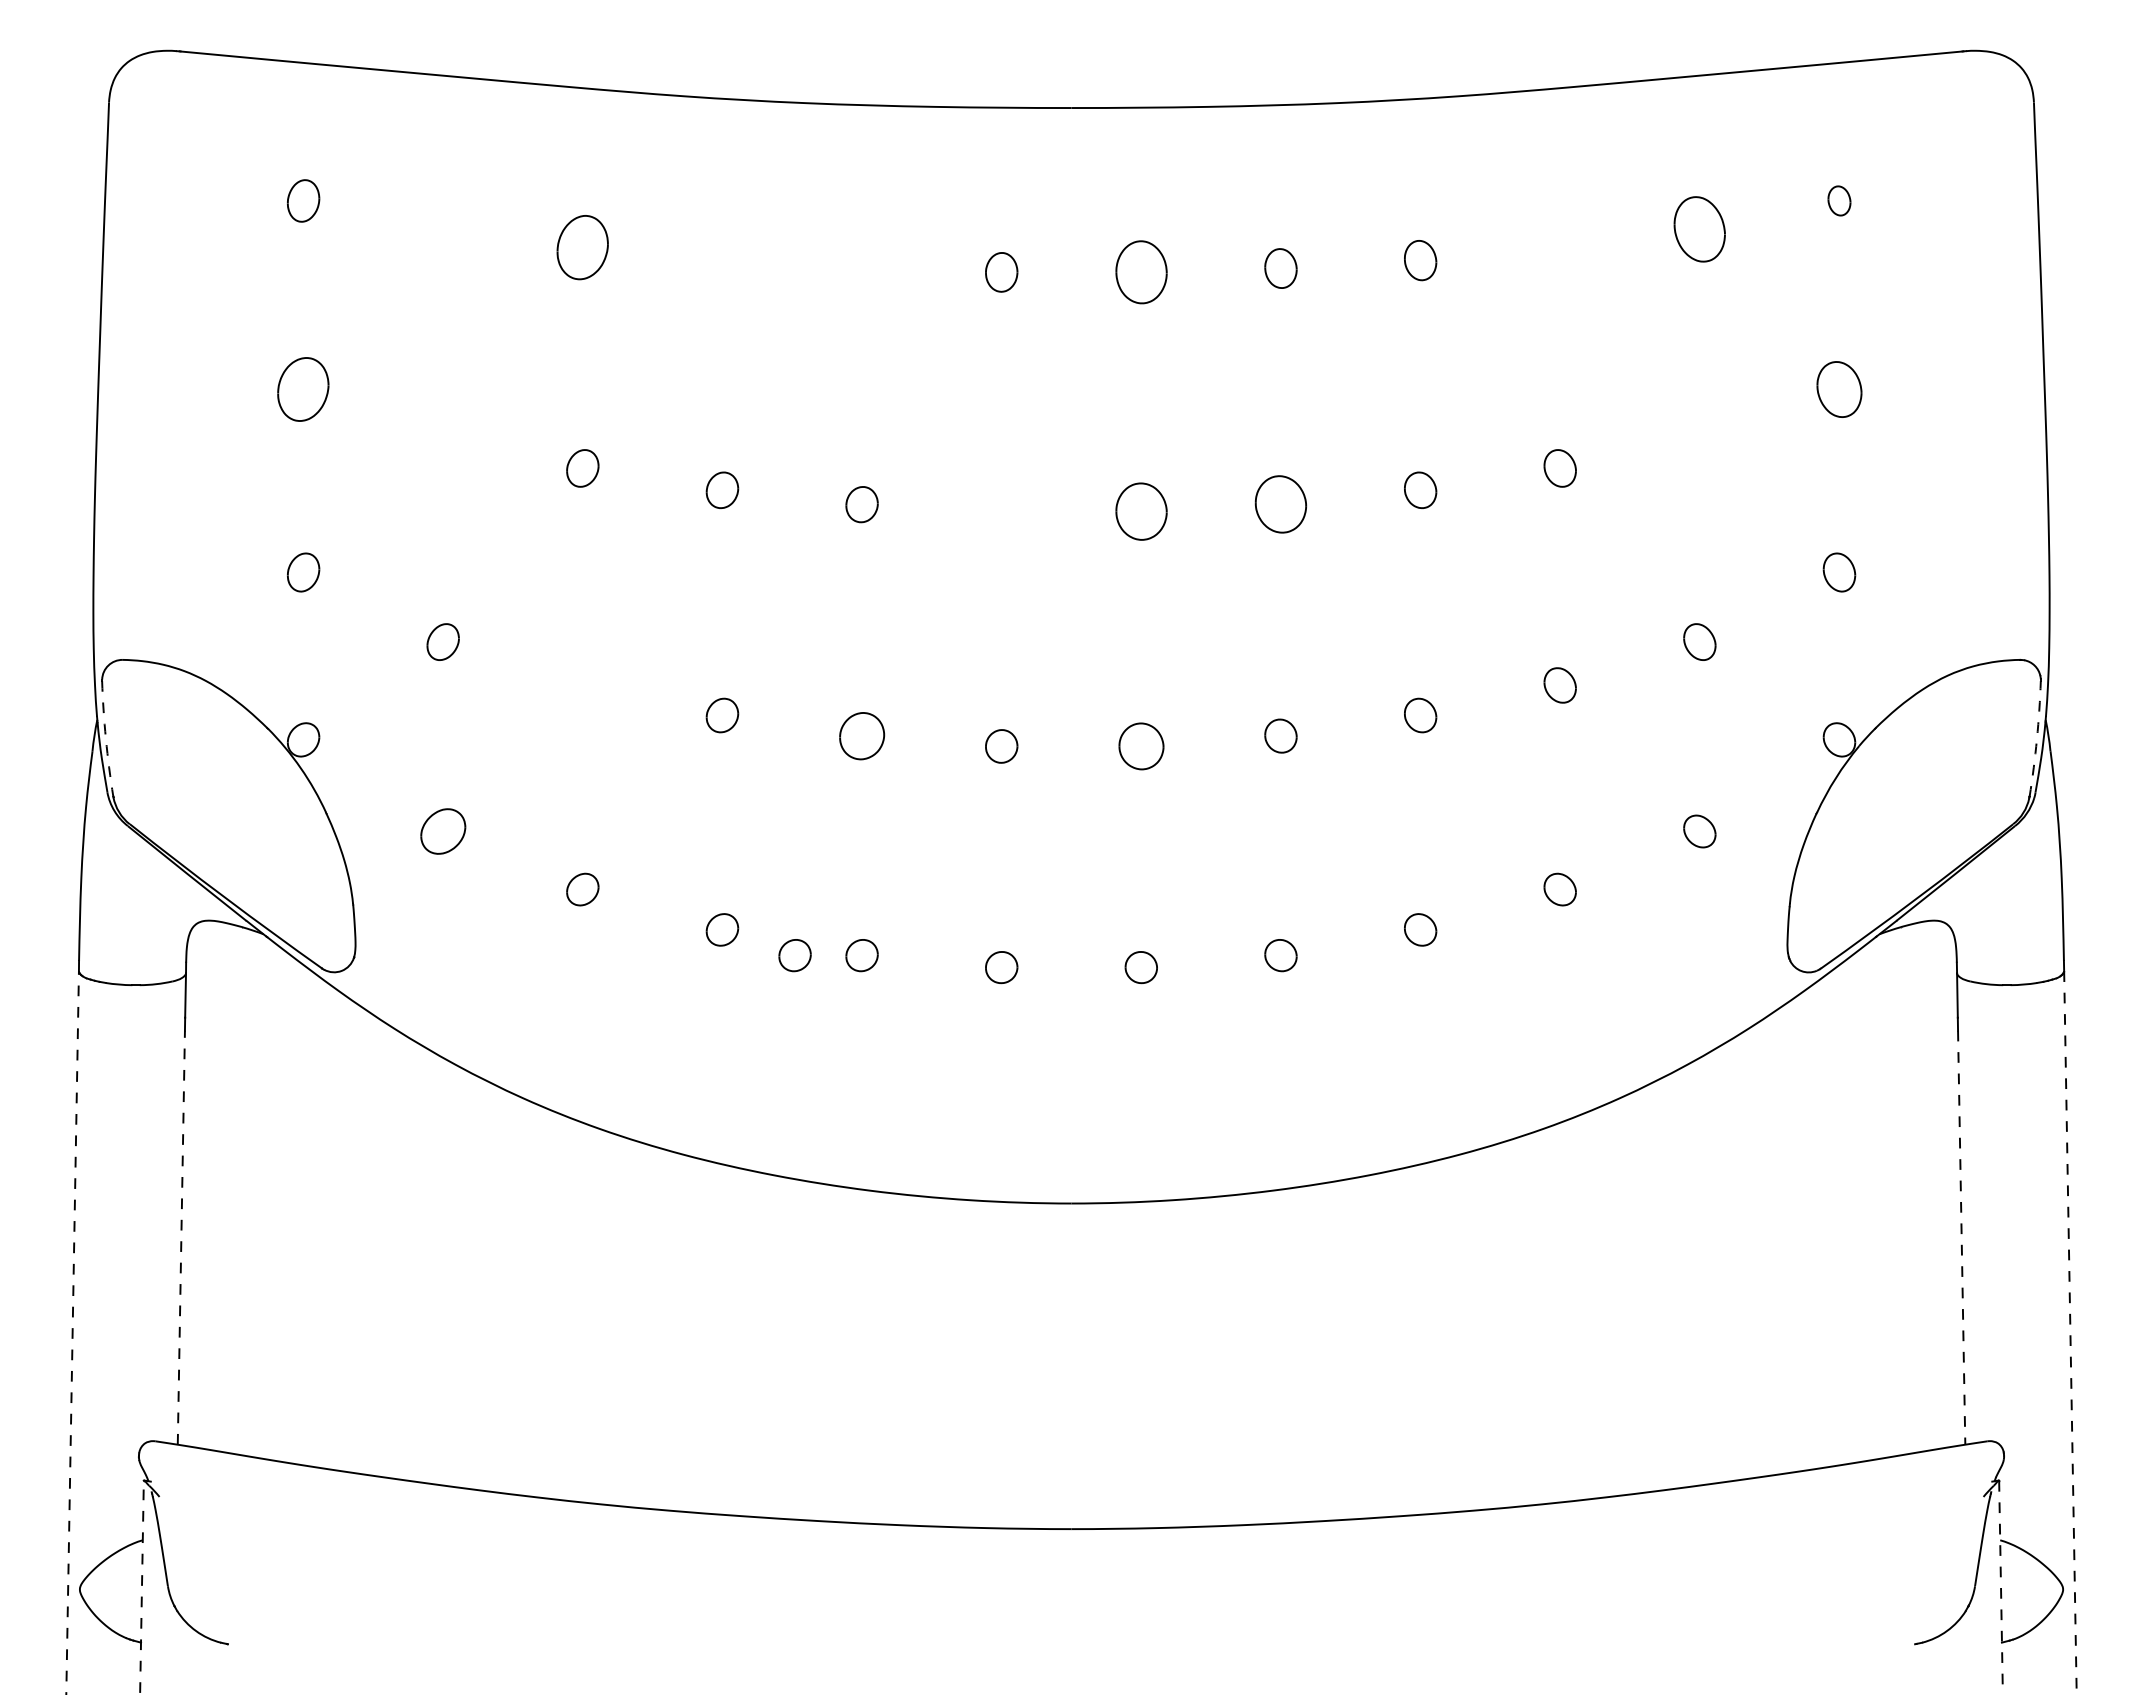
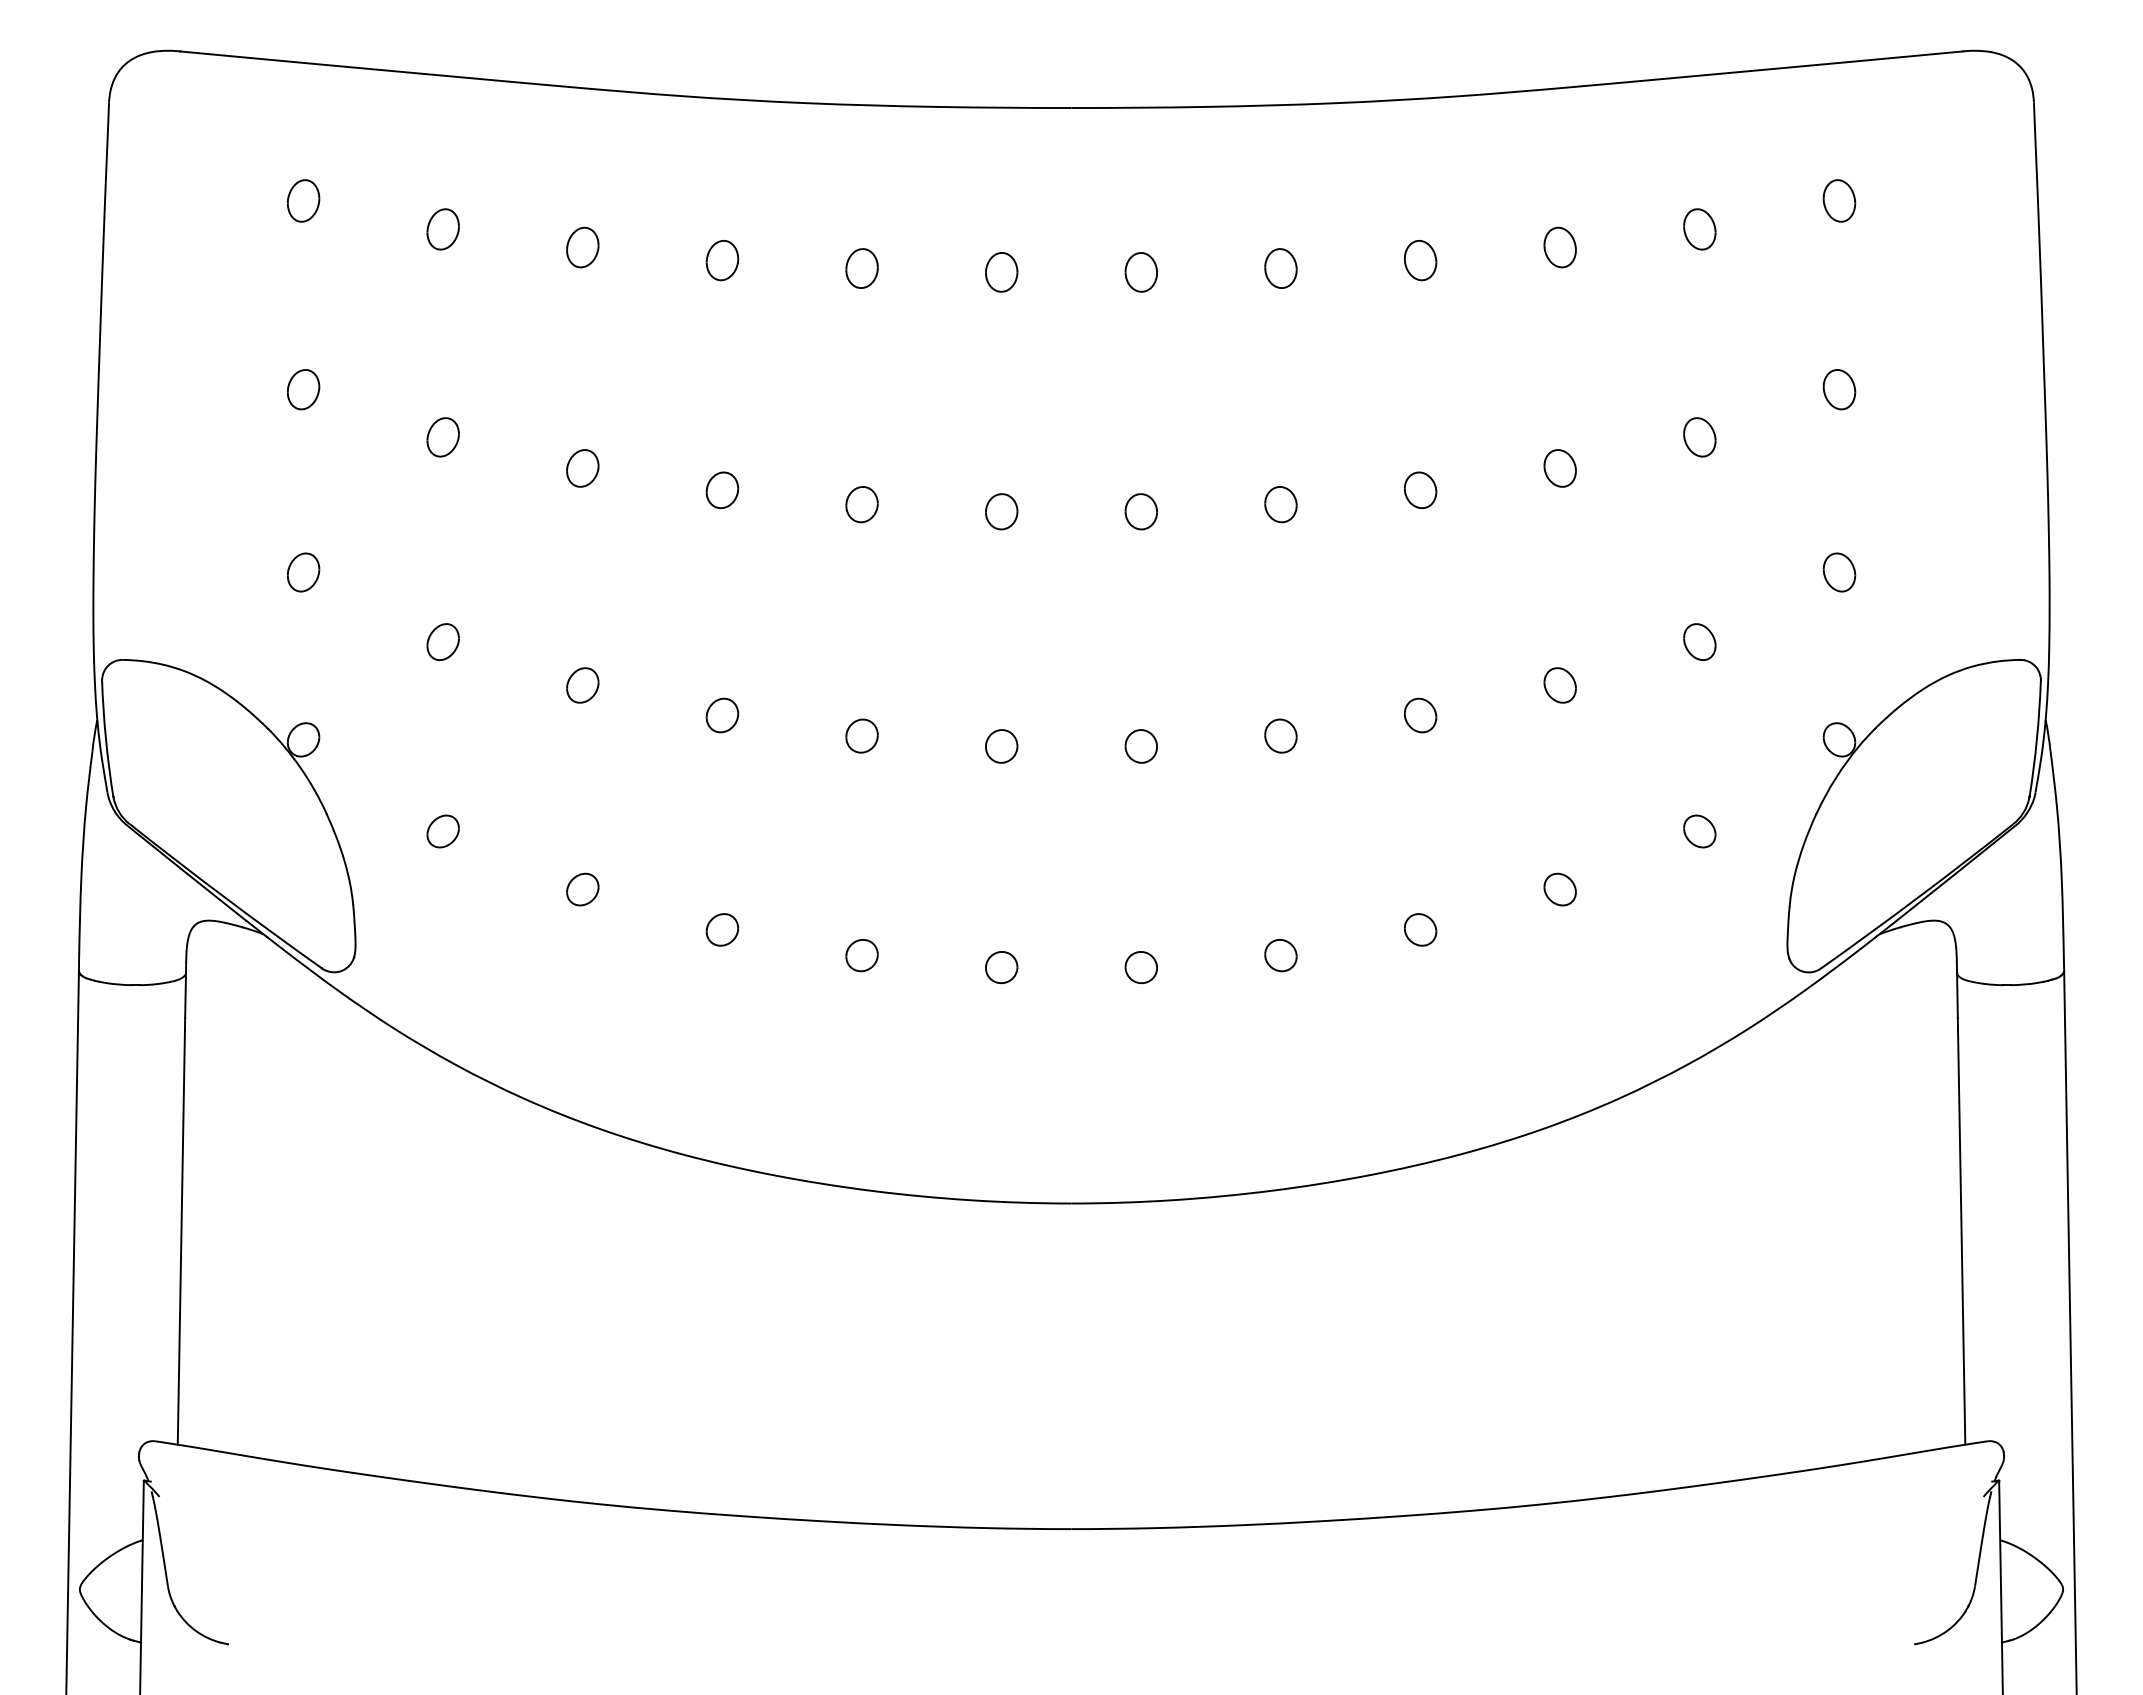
part at (1839, 200) size: 25x32 px -> 35x44 px
part at (442, 229): none -> present
part at (1699, 229) size: 53x67 px -> 34x43 px
part at (582, 247) size: 53x66 px -> 34x43 px
part at (1559, 247): none -> present
part at (722, 260): none -> present
part at (861, 268): none -> present
part at (1141, 272) size: 53x65 px -> 34x41 px
part at (303, 389) size: 53x65 px -> 34x42 px
part at (1839, 389) size: 47x57 px -> 35x42 px
part at (442, 437): none -> present
part at (1699, 437): none -> present
part at (1280, 504) size: 54x59 px -> 34x38 px
part at (1001, 511): none -> present
part at (1141, 511) size: 53x59 px -> 34x38 px
part at (582, 685): none -> present
part at (862, 736) size: 47x49 px -> 34x36 px
arc at (105, 739): dashed -> solid
arc at (2036, 739): dashed -> solid
part at (1141, 746) size: 47x49 px -> 34x35 px
part at (443, 831) size: 47x47 px -> 34x35 px
part at (794, 955): present -> none
line at (181, 1237): dashed -> solid
line at (1961, 1238): dashed -> solid
line at (72, 1333): dashed -> solid
line at (2070, 1333): dashed -> solid
line at (141, 1587): dashed -> solid
line at (2001, 1587): dashed -> solid
